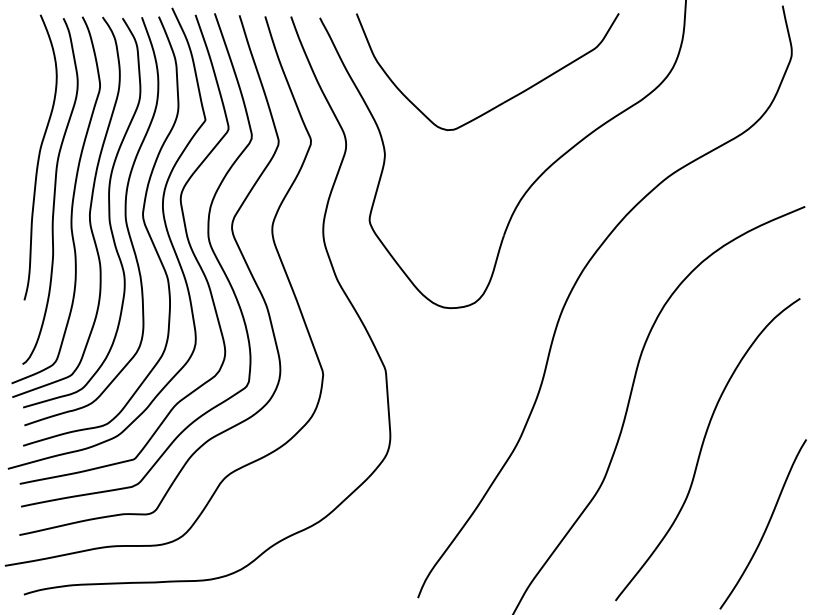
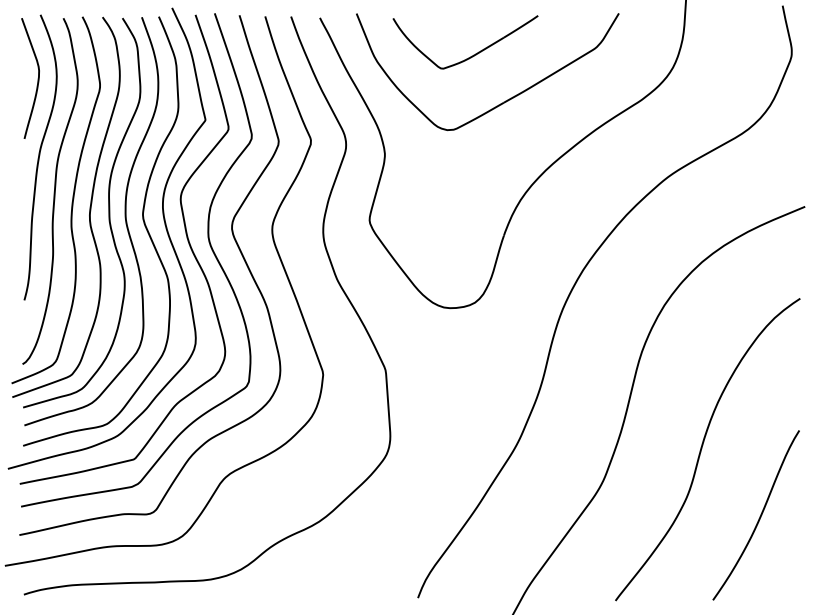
part at (473, 54): none -> present
curve at (37, 78): none -> present
curve at (766, 525) position: (766, 525) -> (759, 516)
